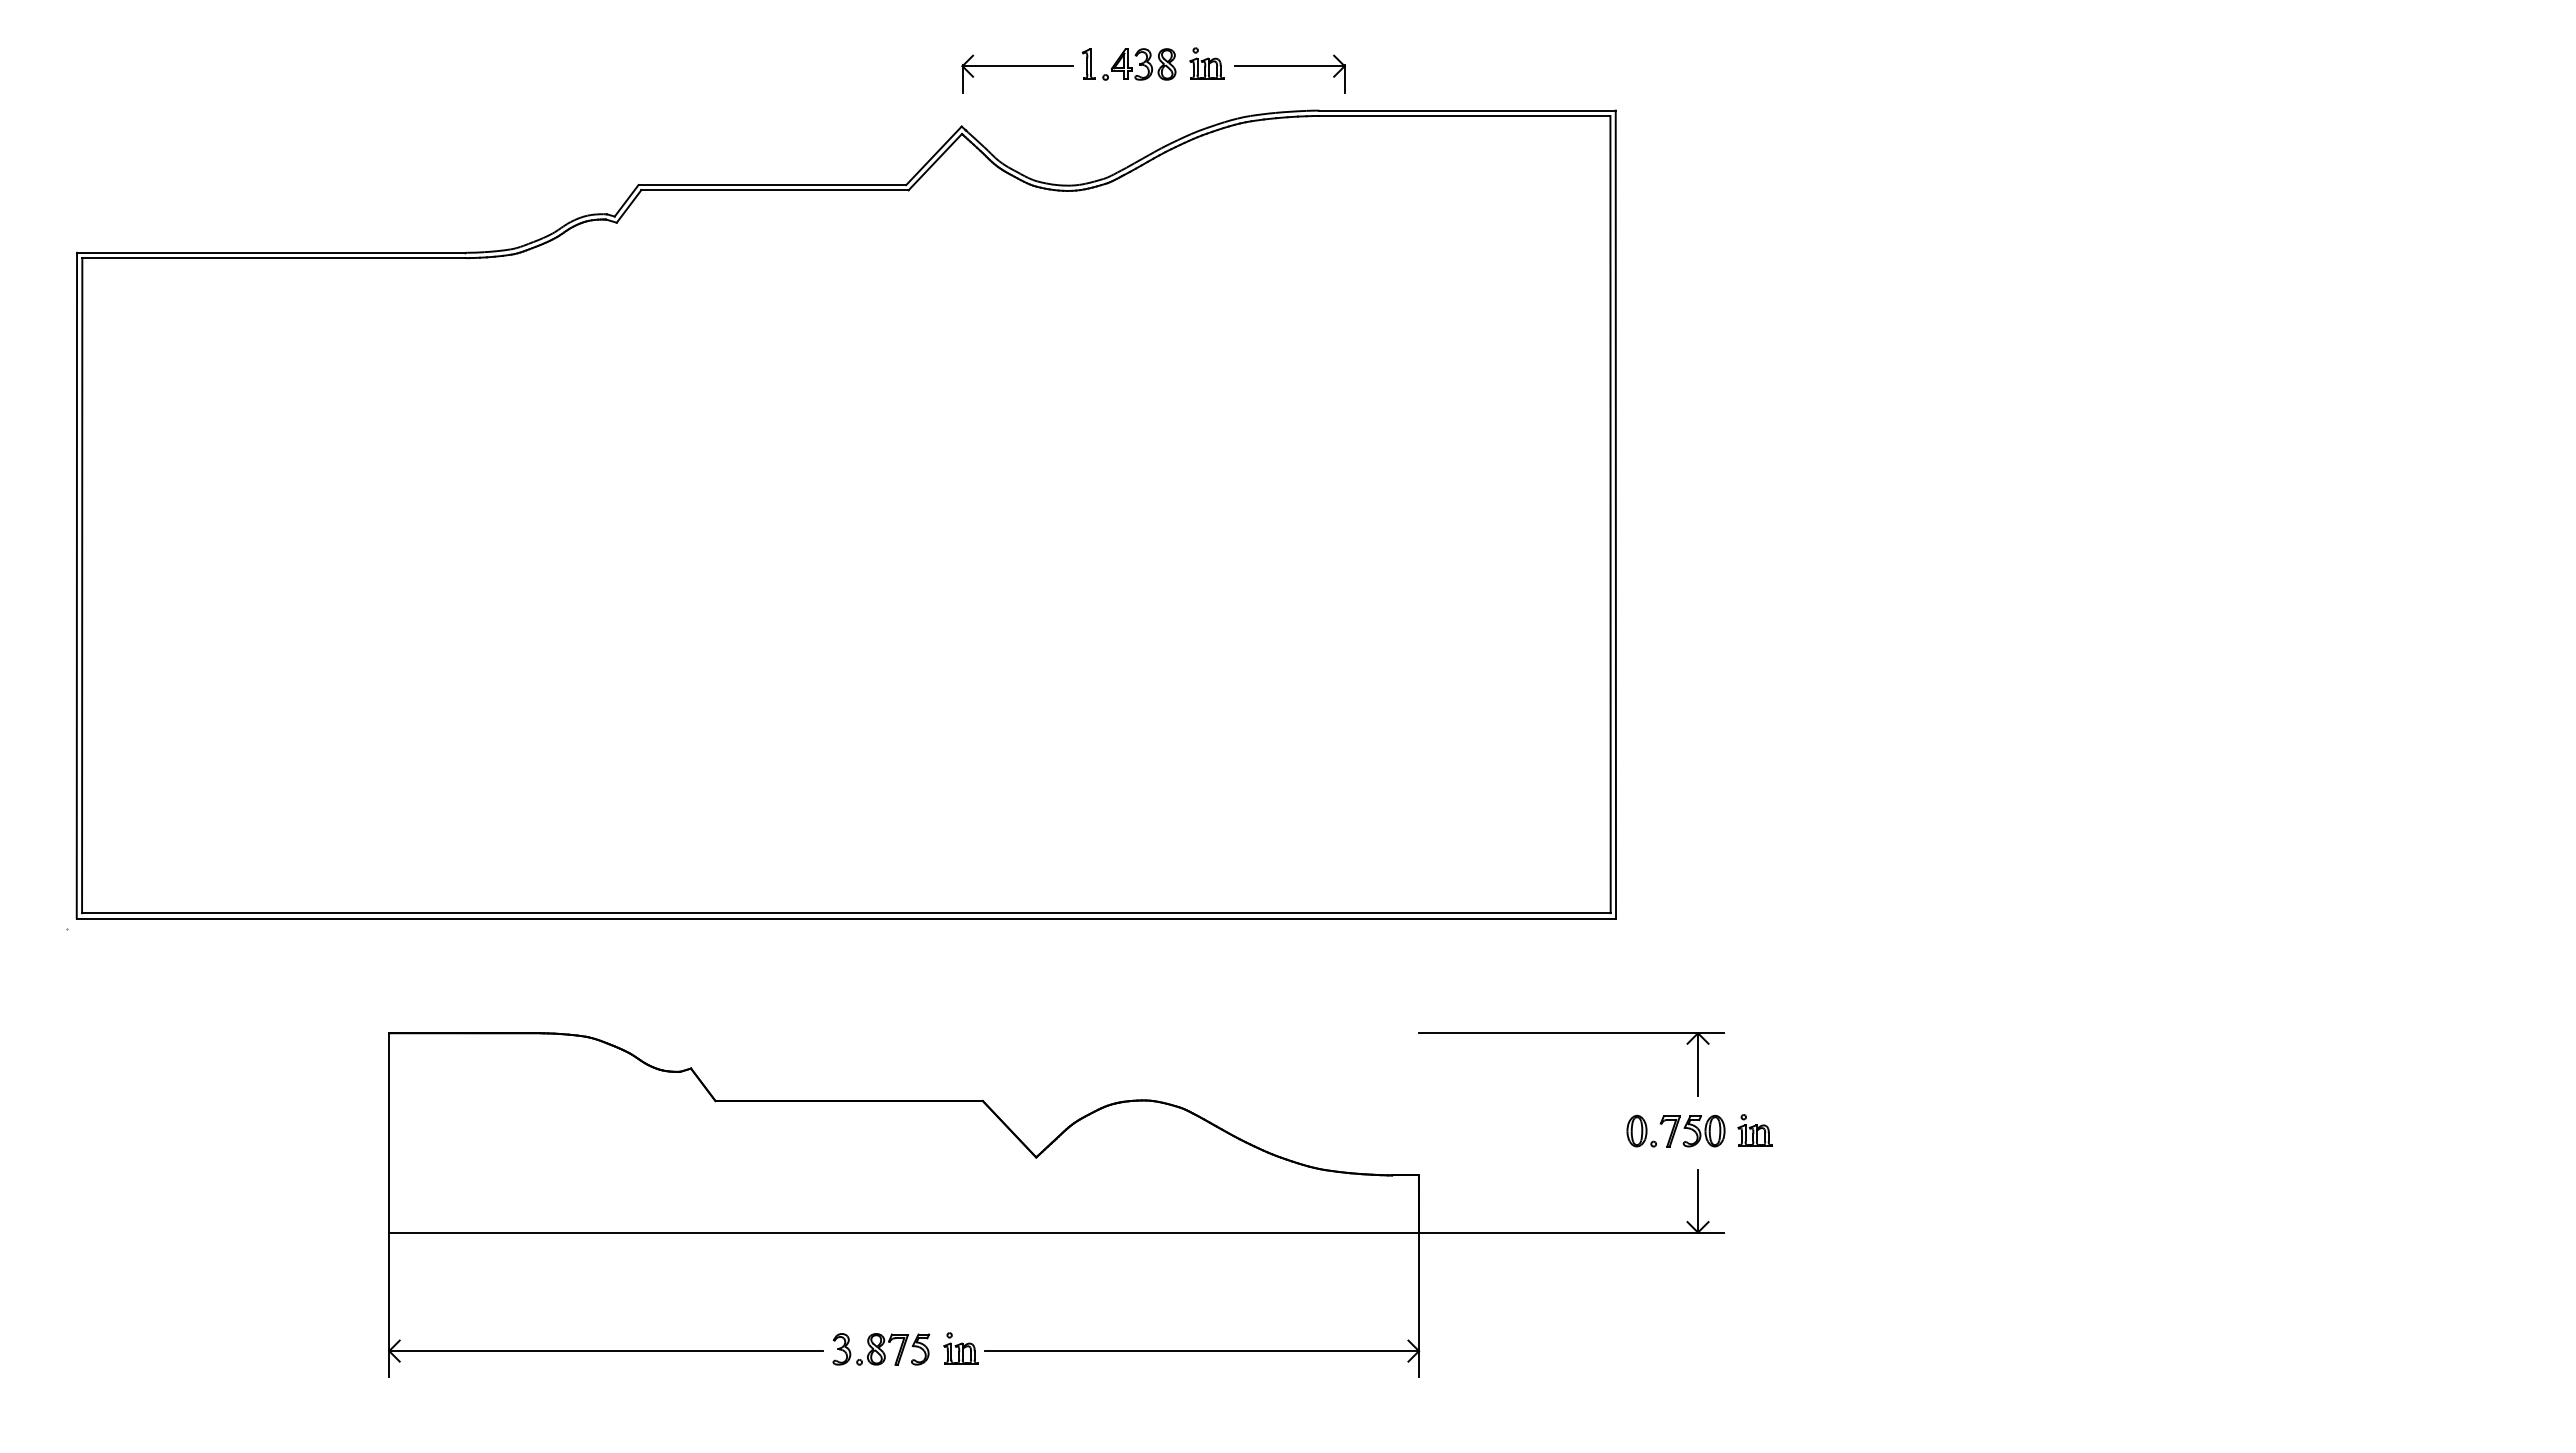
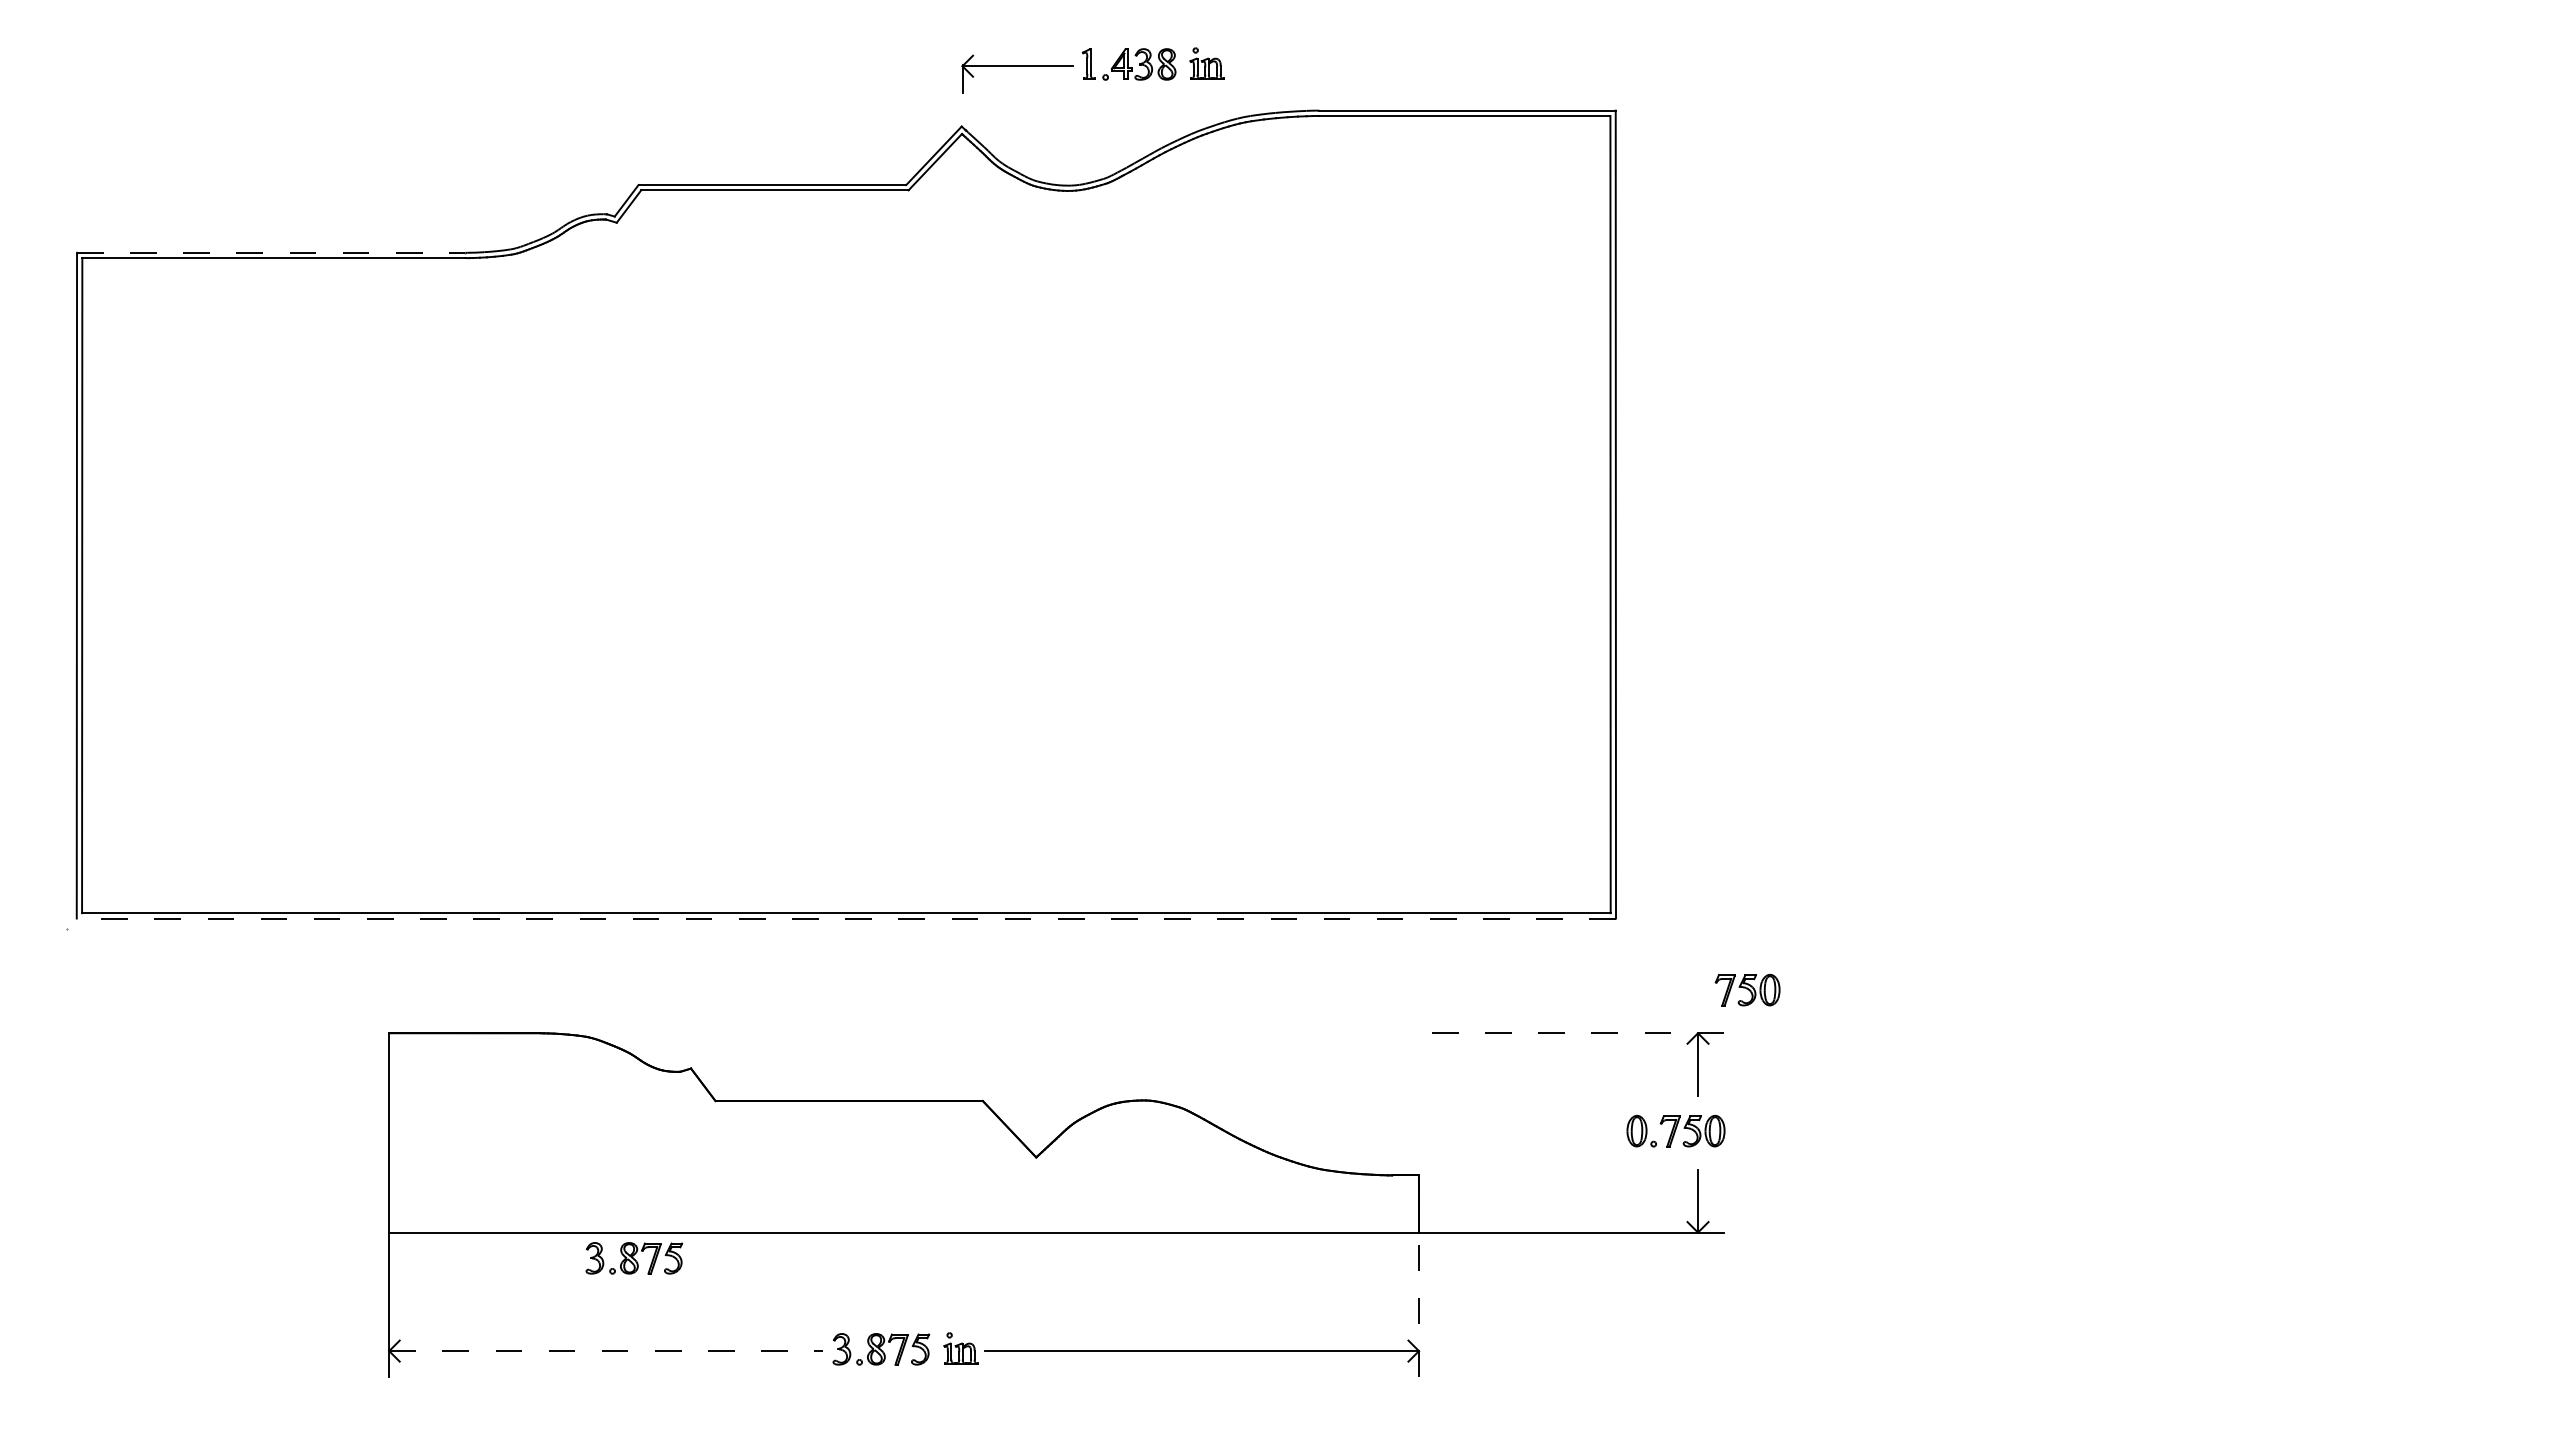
part at (1289, 66): present -> none
line at (271, 252): solid -> dashed
line at (846, 918): solid -> dashed
part at (1747, 989): none -> present
line at (1571, 1033): solid -> dashed
part at (1754, 1130): present -> none
part at (634, 1258): none -> present
line at (1419, 1304): solid -> dashed
line at (606, 1351): solid -> dashed
